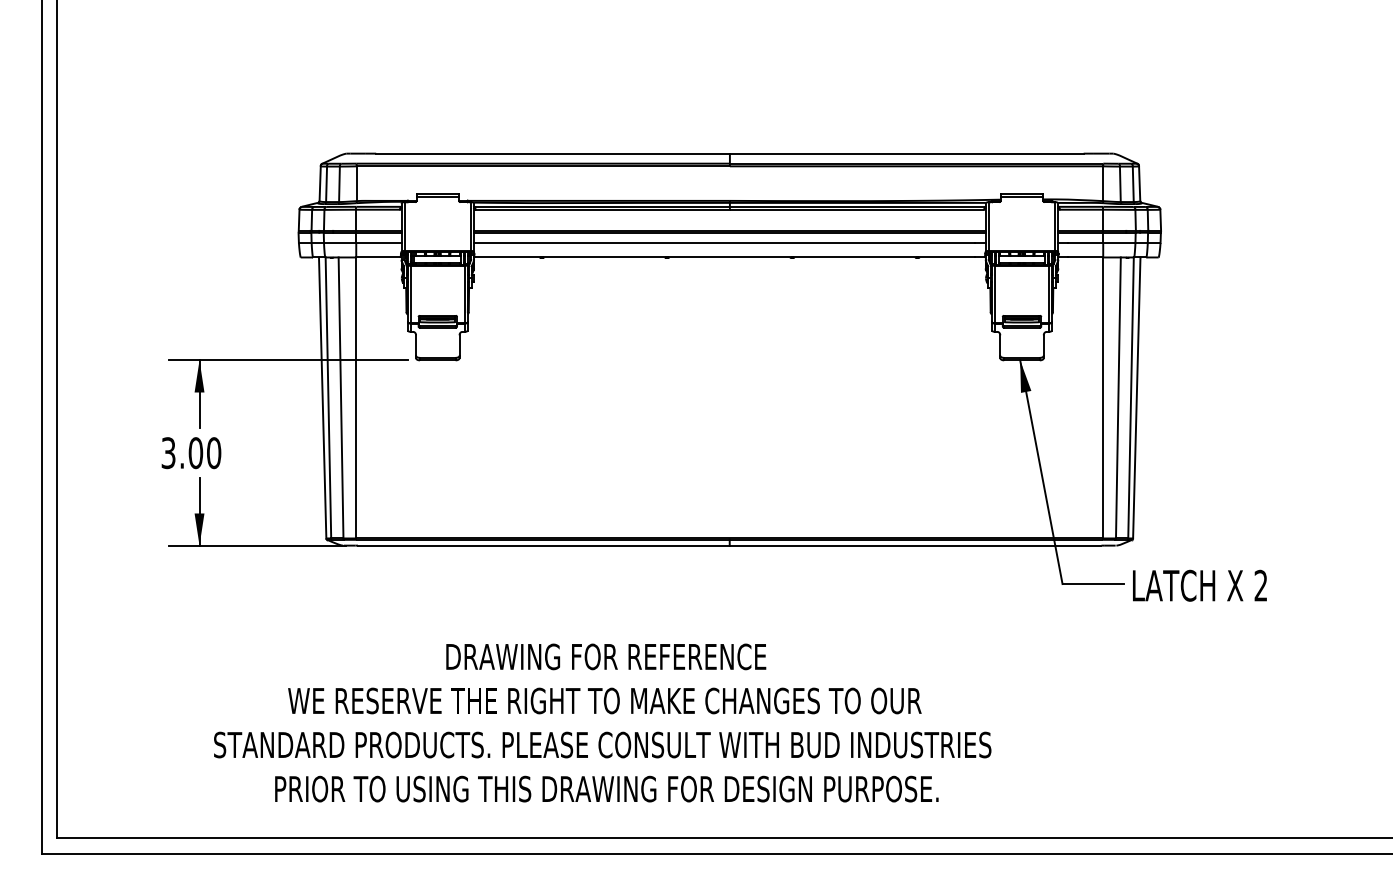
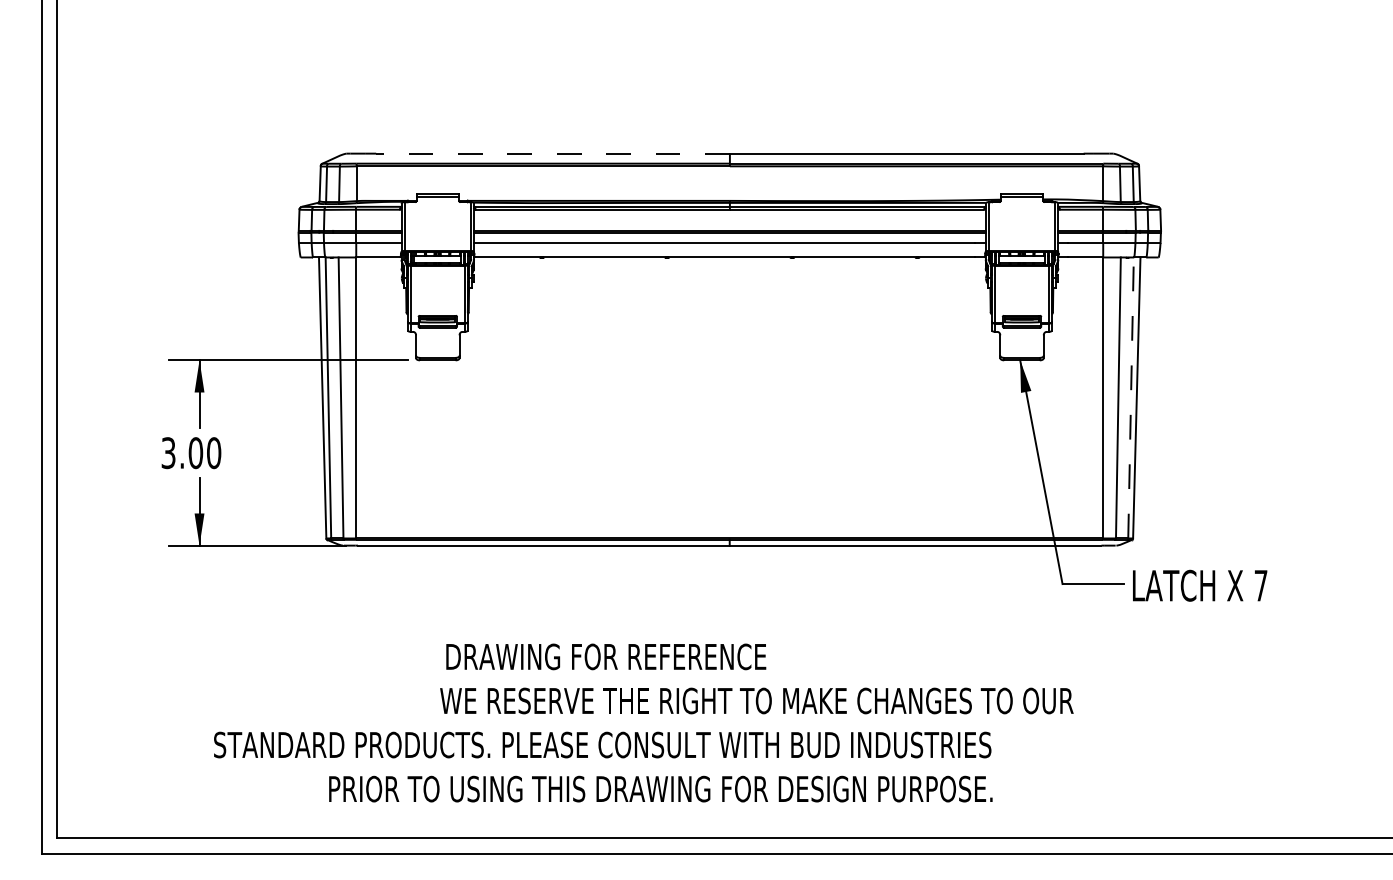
line at (553, 153): solid -> dashed
line at (1131, 397): solid -> dashed
text at (1260, 585): 2 -> 7
text at (604, 700) position: (604, 700) -> (756, 700)
text at (606, 788) position: (606, 788) -> (660, 788)
